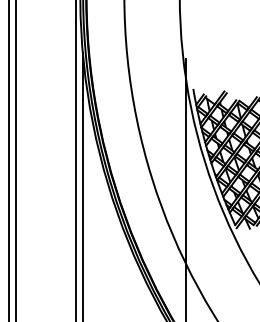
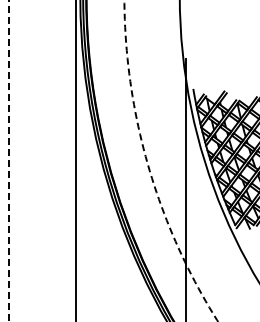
line at (16, 160): present -> none
circle at (170, 160): solid -> dashed
line at (9, 161): solid -> dashed
line at (82, 185): present -> none
